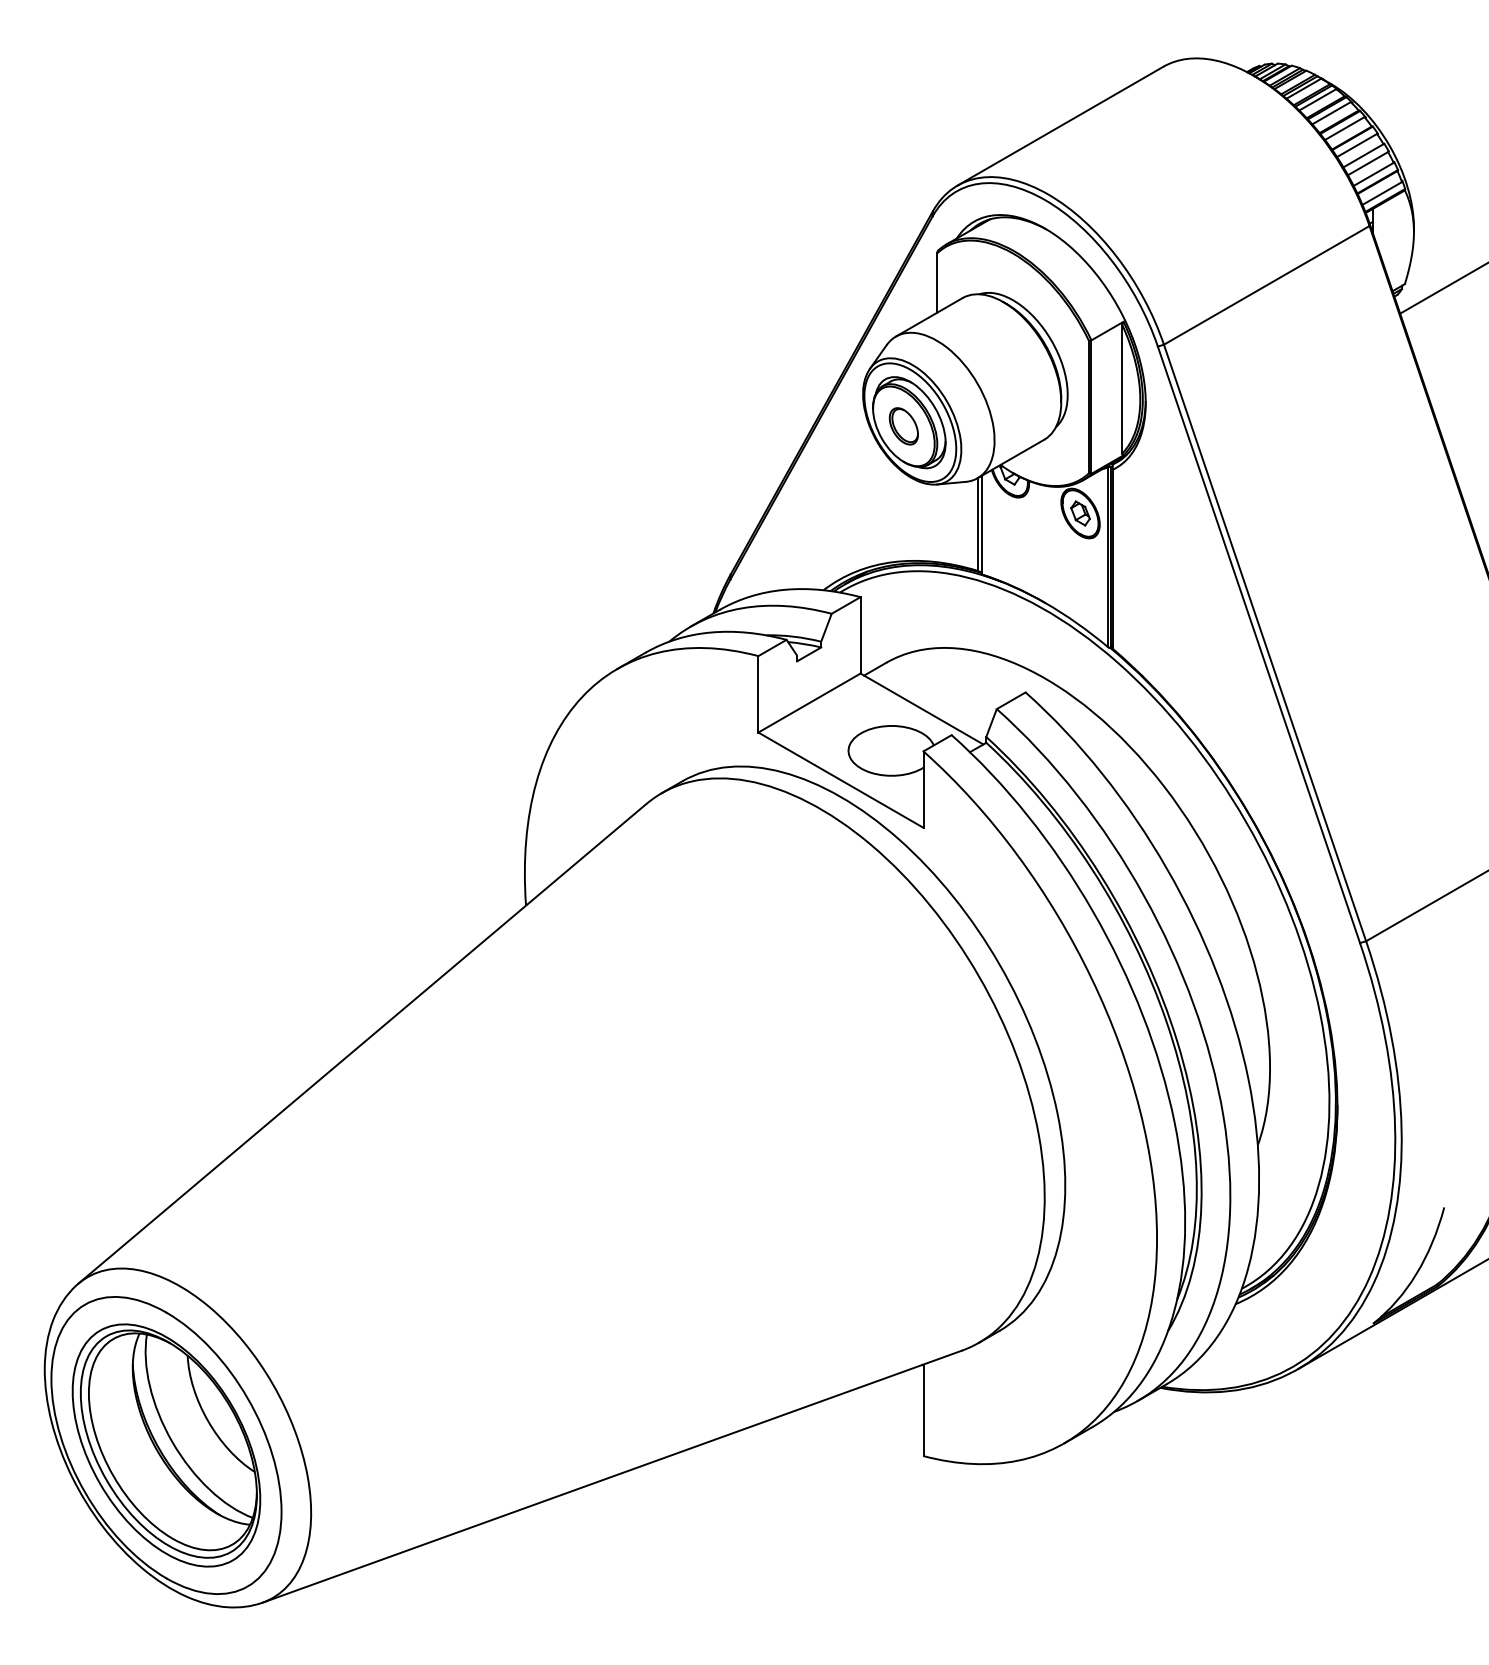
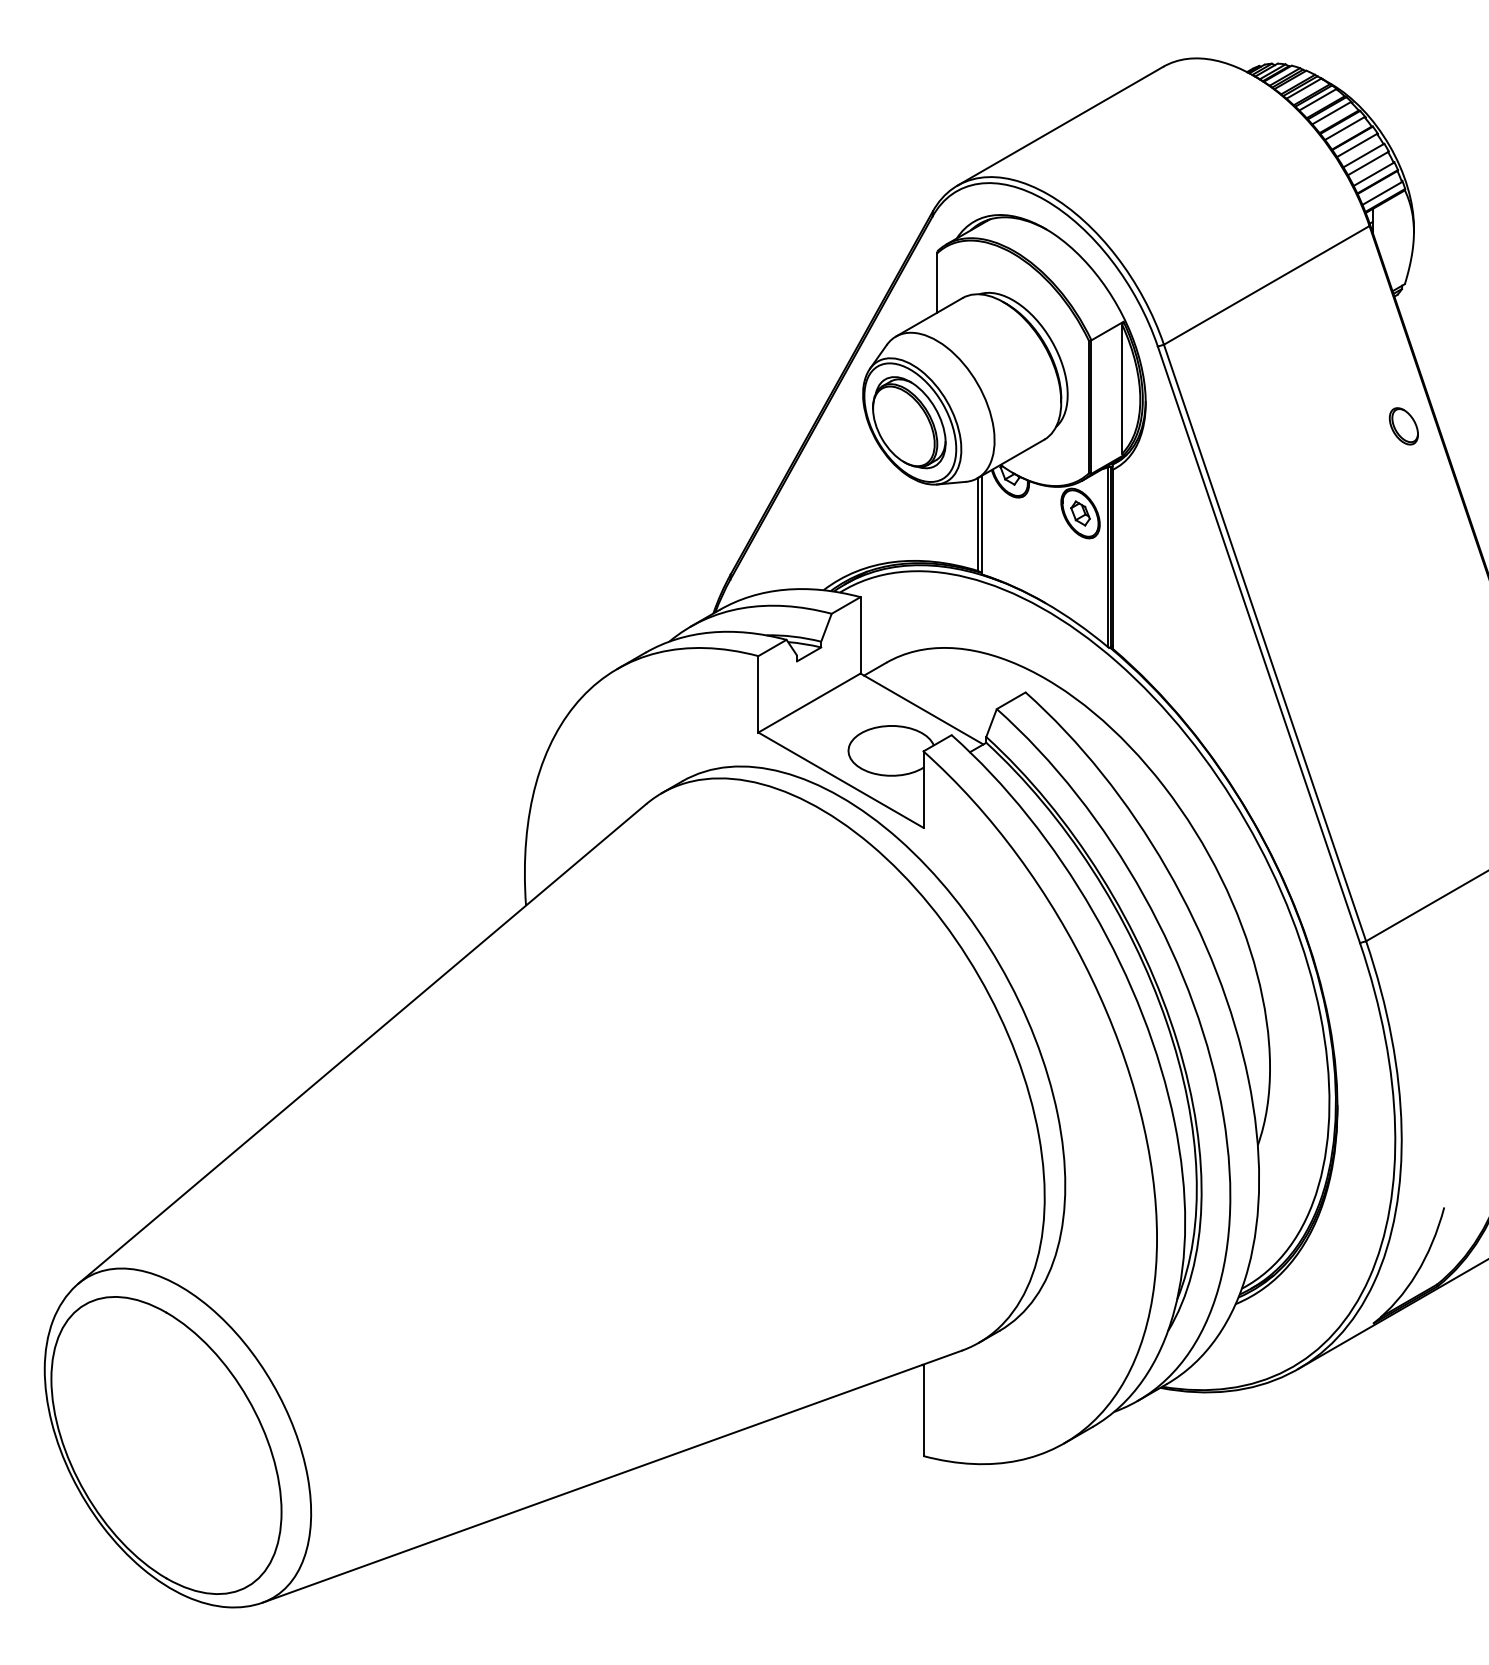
line at (1442, 288): present -> none
part at (903, 426) position: (903, 426) -> (1403, 426)
part at (166, 1445): present -> none
